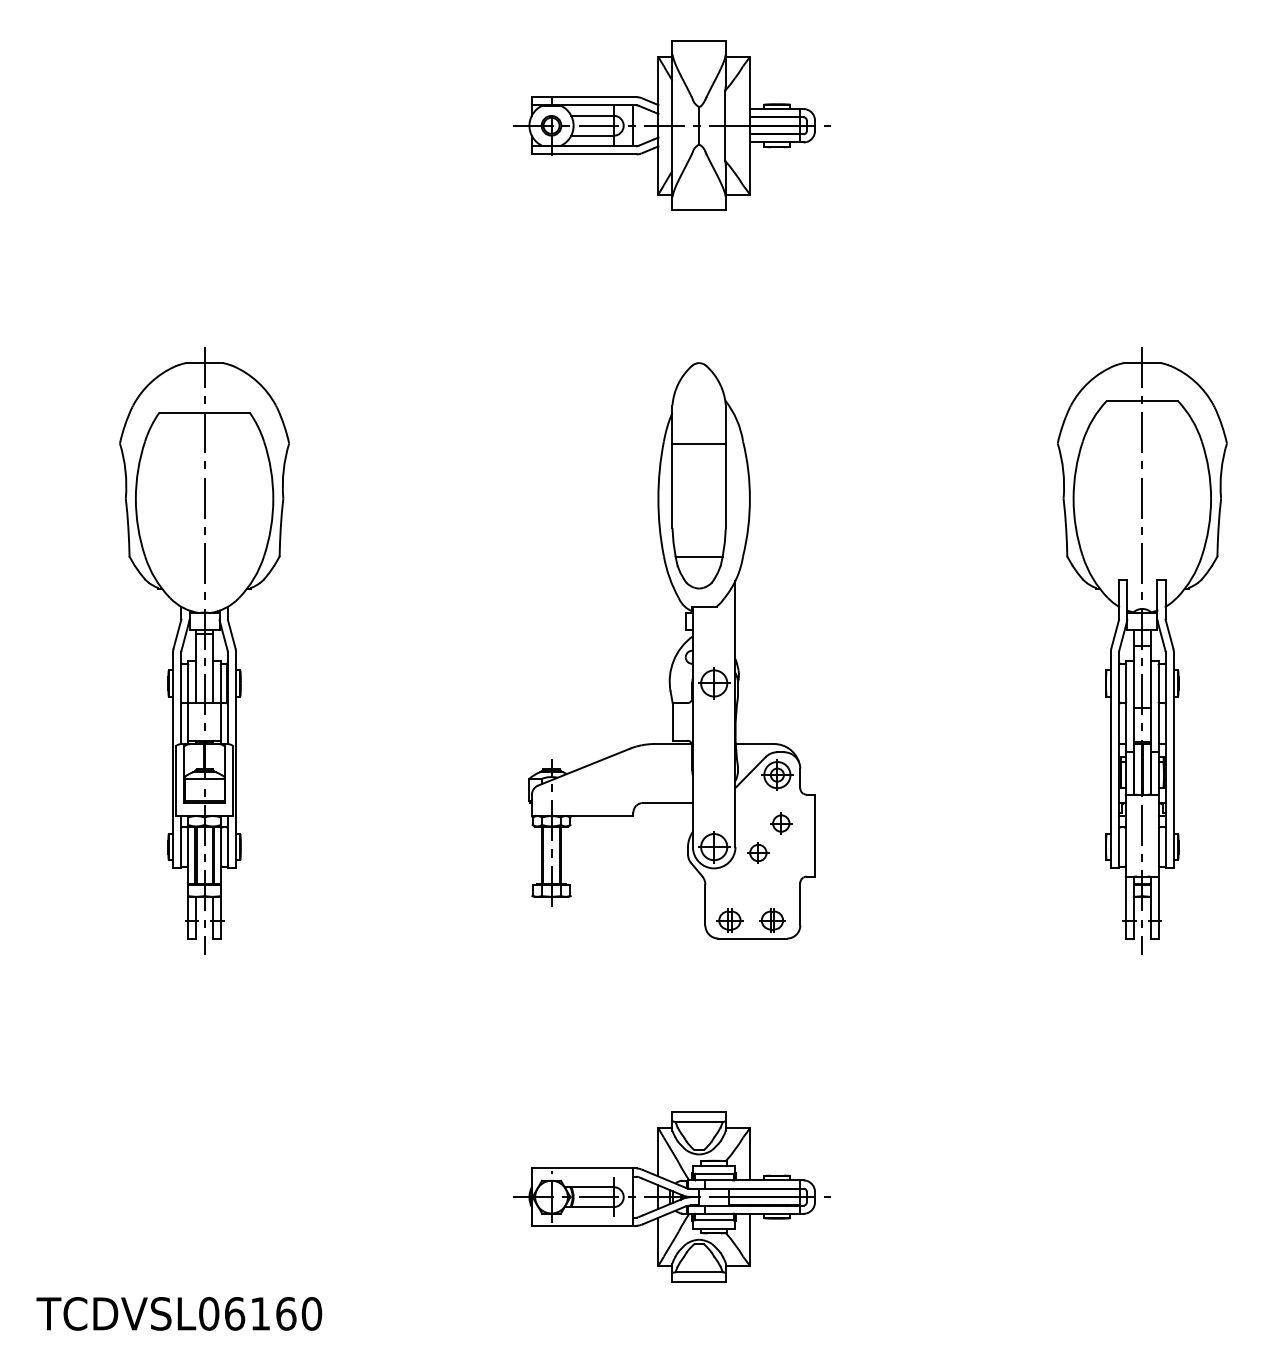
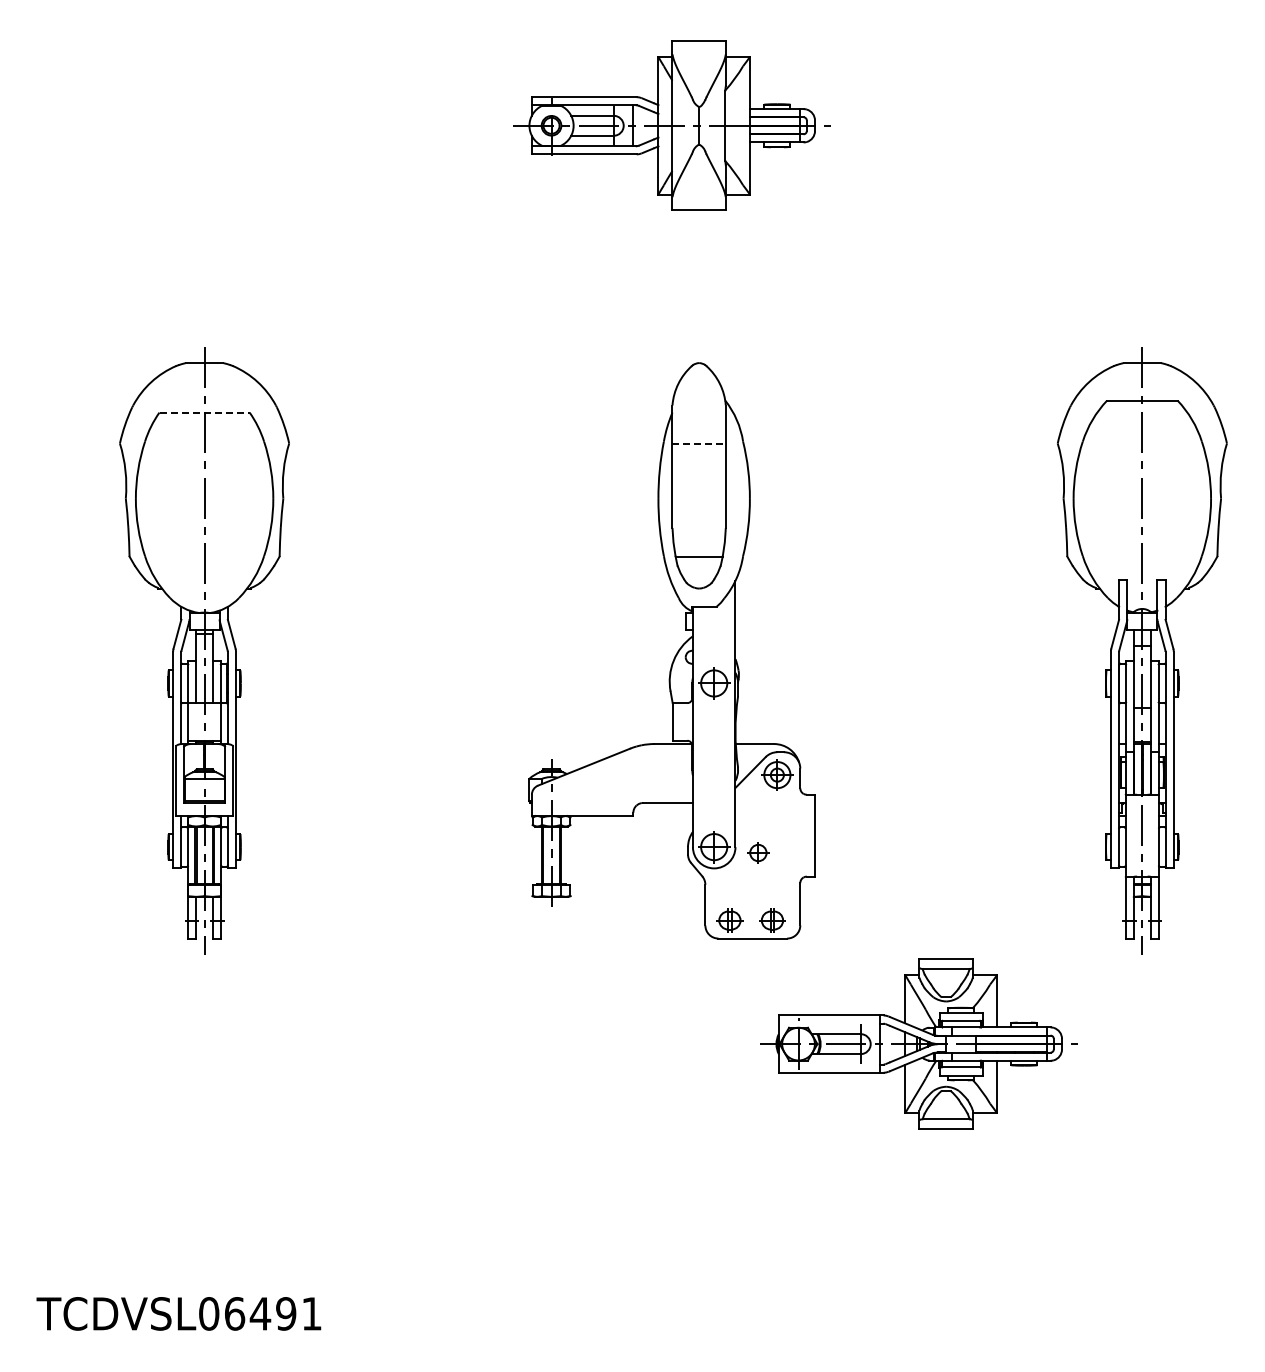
line at (205, 412): solid -> dashed
line at (699, 443): solid -> dashed
part at (781, 823): present -> none
part at (671, 1196) position: (671, 1196) -> (918, 1043)
text at (285, 1313): TCDVSL06160 -> TCDVSL06491
